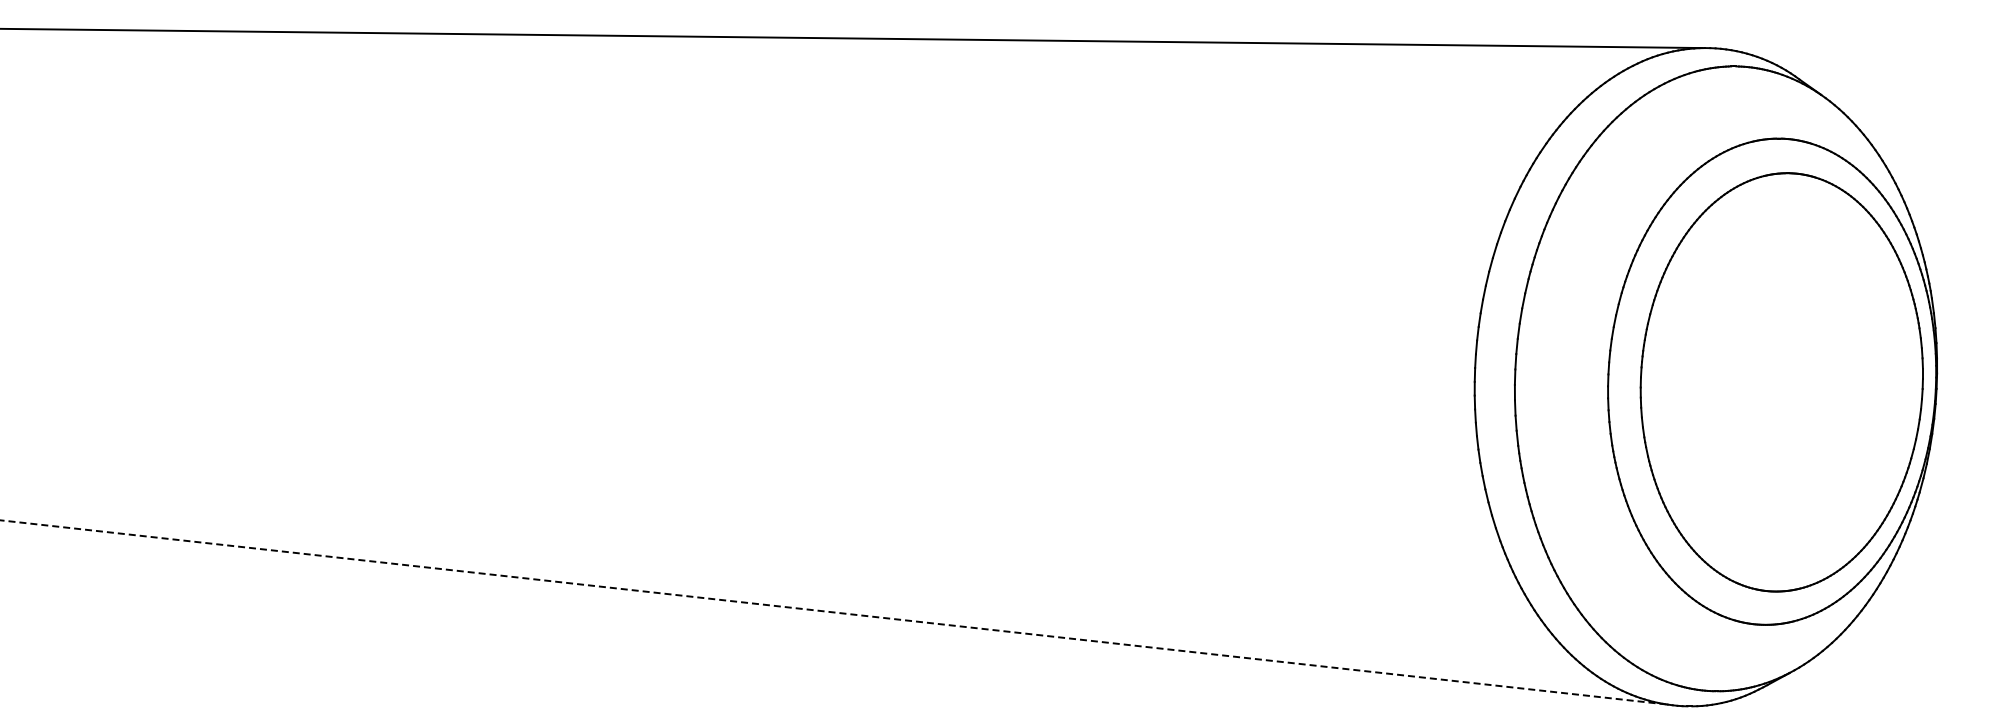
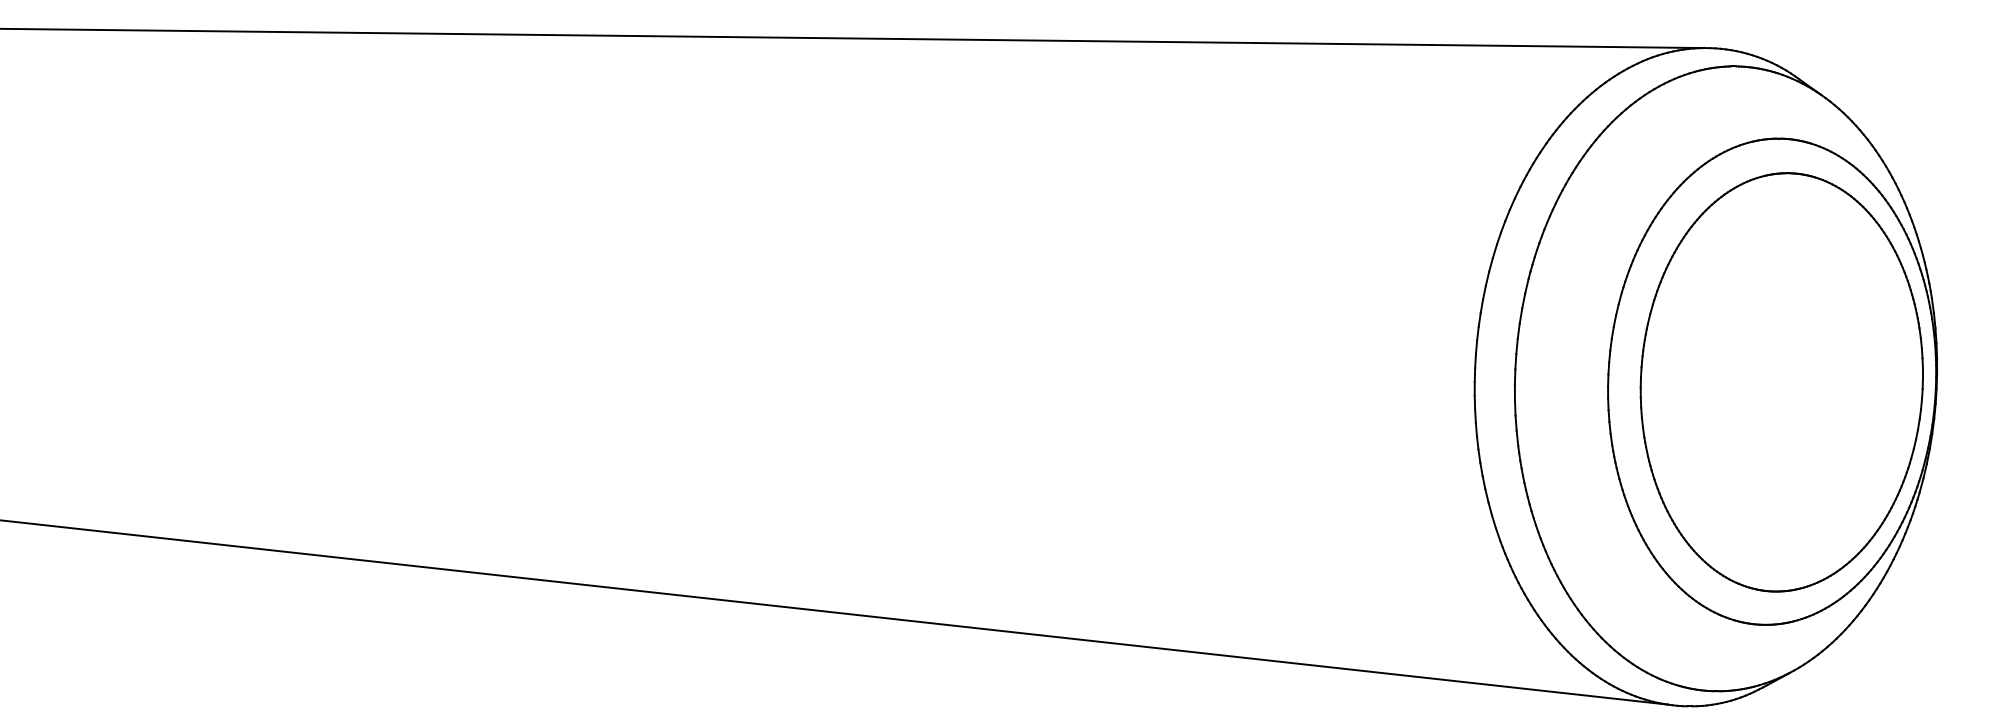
line at (834, 612): dashed -> solid
